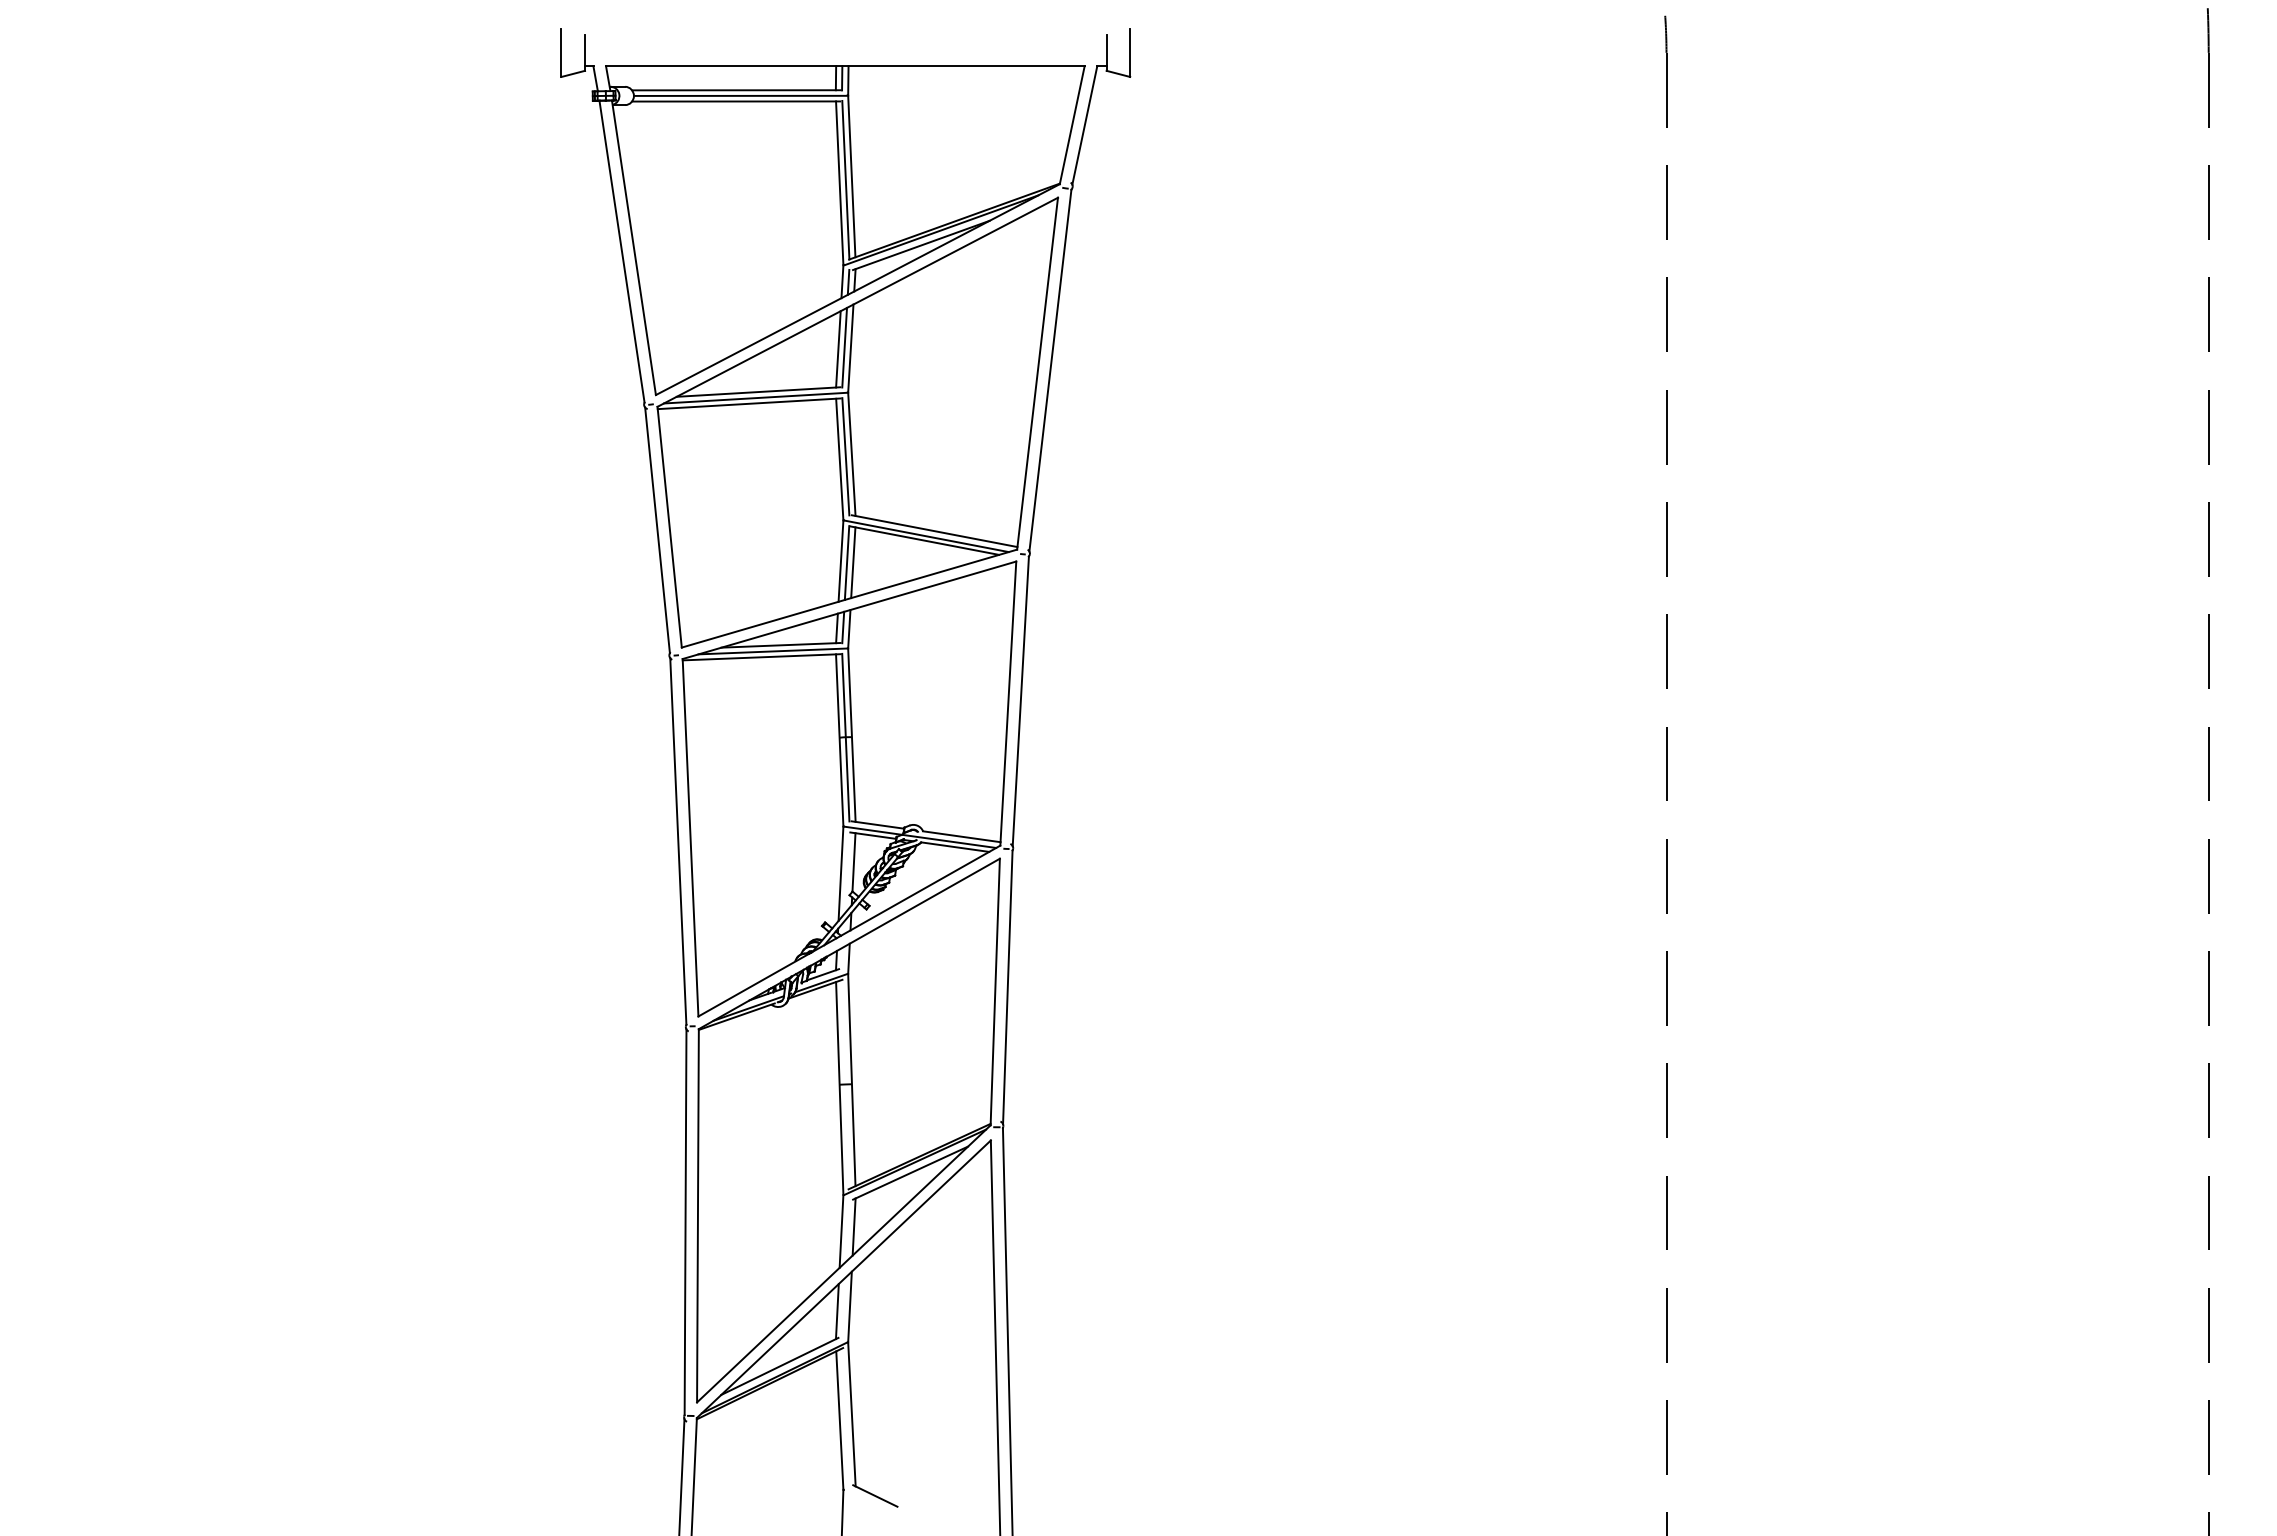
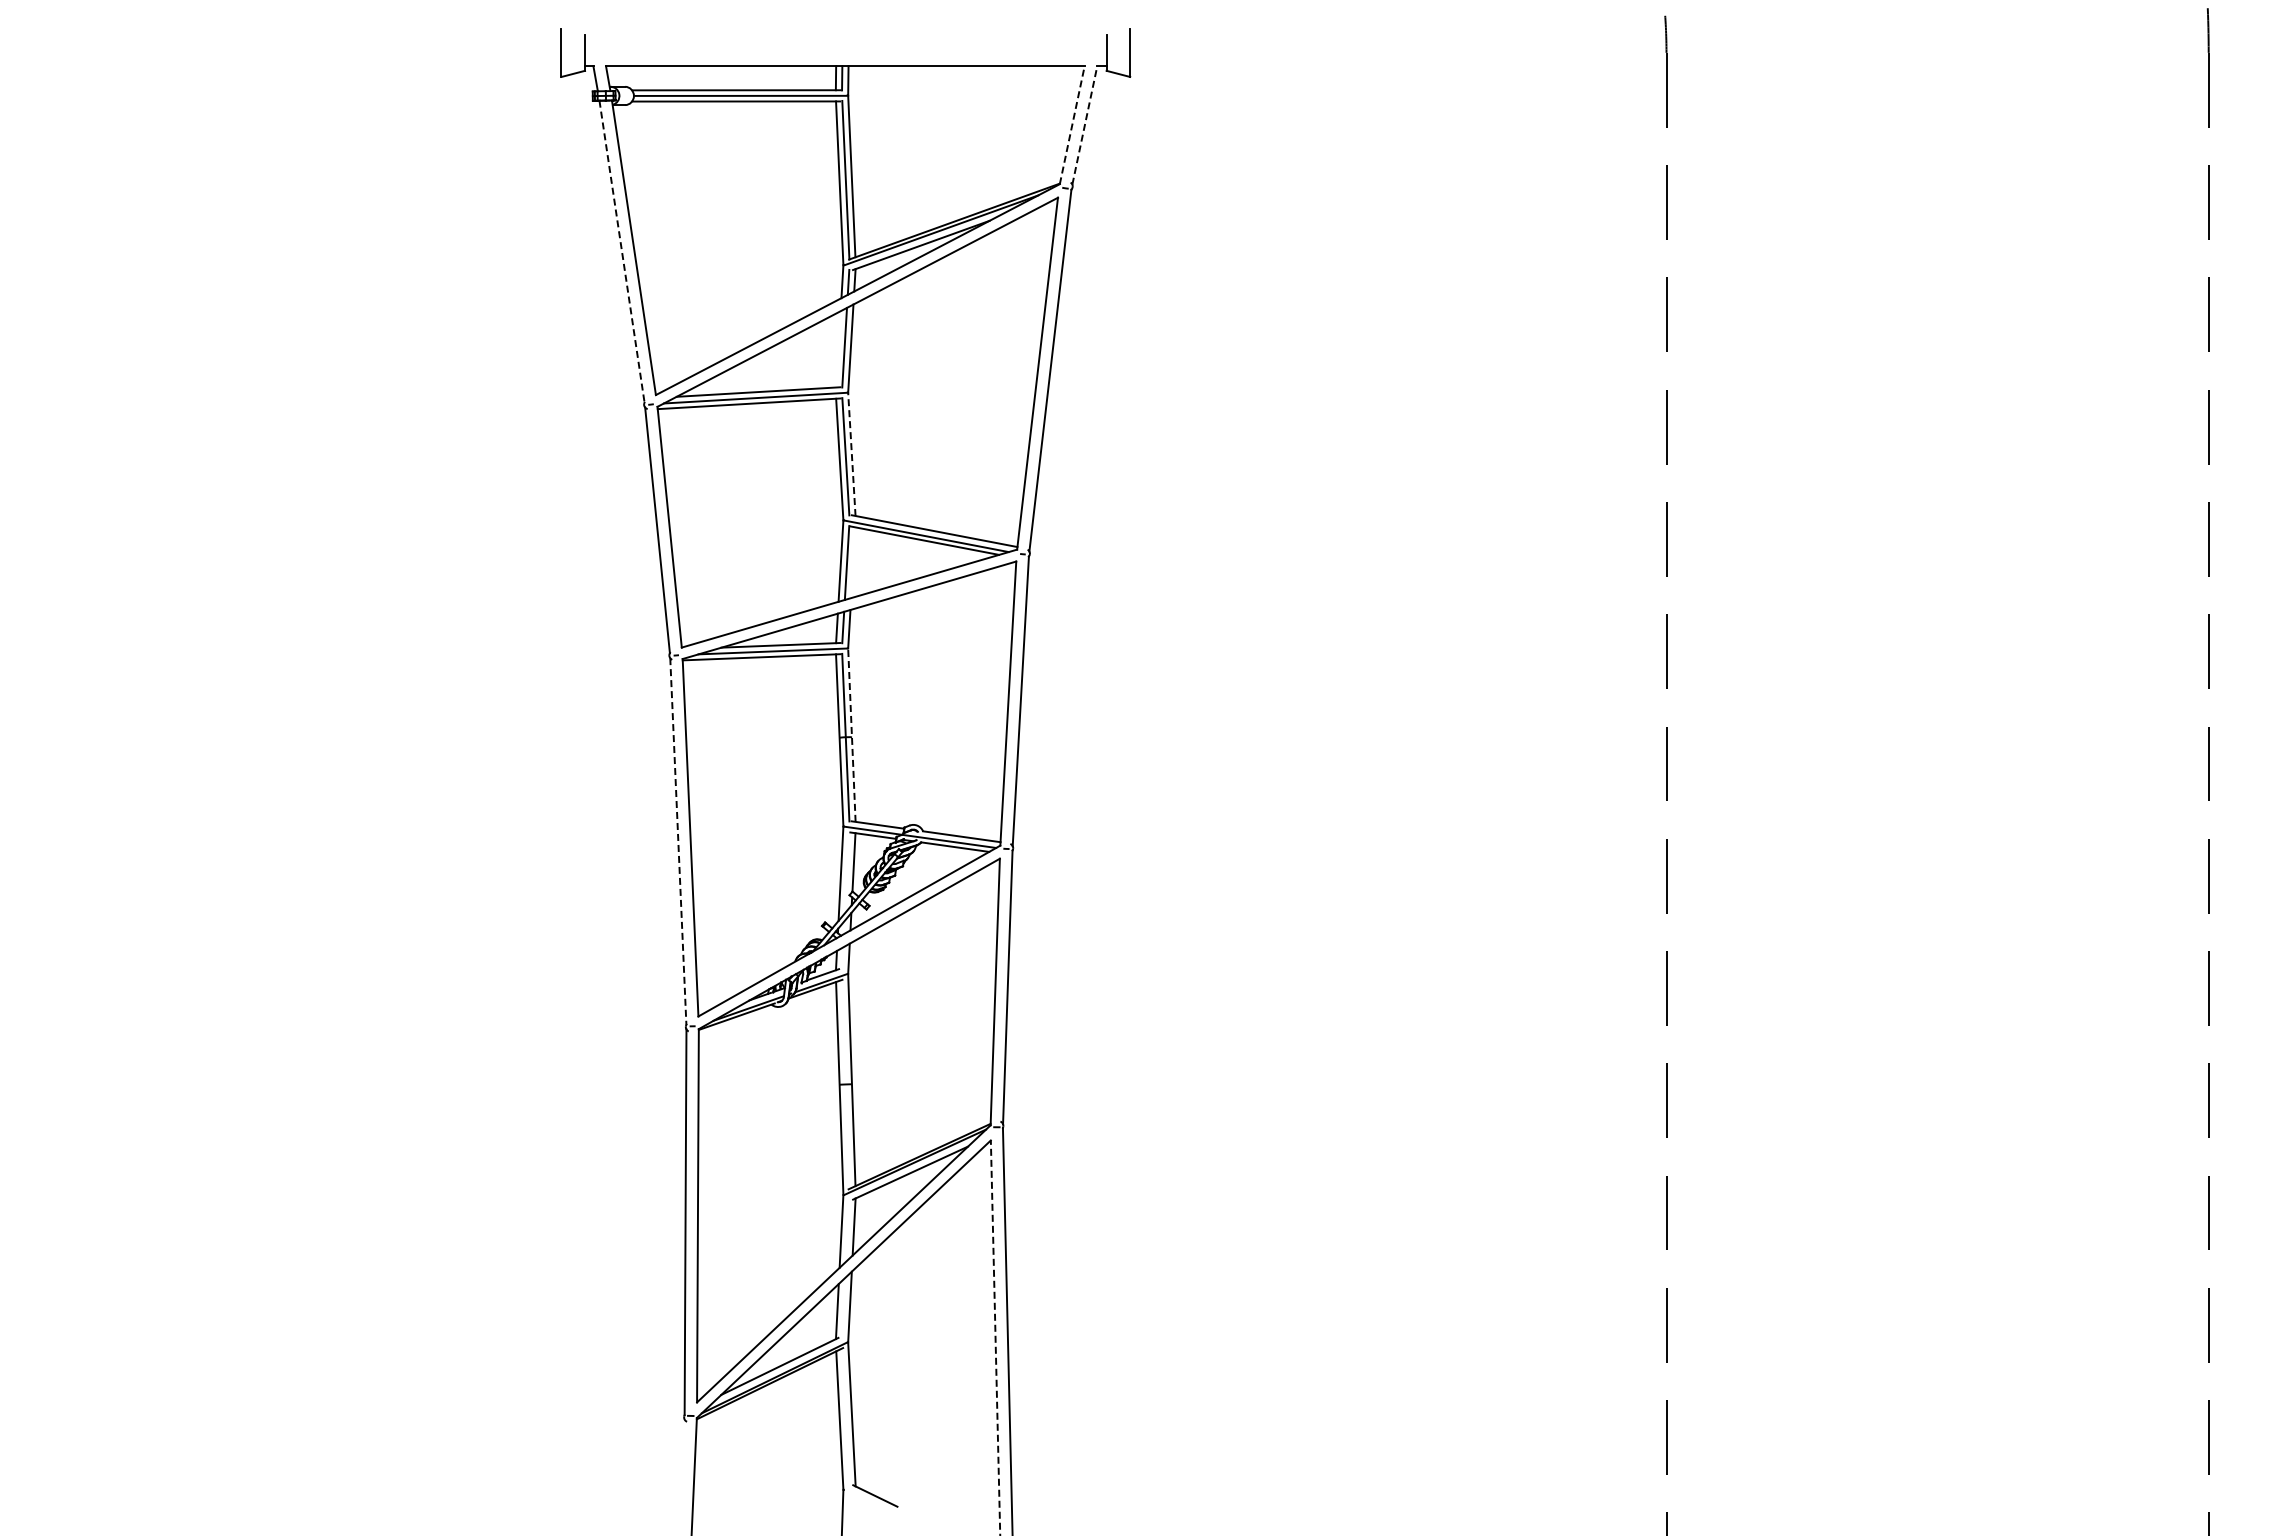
line at (1072, 124): solid -> dashed
line at (1084, 125): solid -> dashed
line at (622, 251): solid -> dashed
line at (838, 349): present -> none
line at (851, 454): solid -> dashed
line at (853, 562): present -> none
line at (851, 735): solid -> dashed
line at (678, 841): solid -> dashed
line at (995, 1338): solid -> dashed
line at (681, 1475): present -> none
